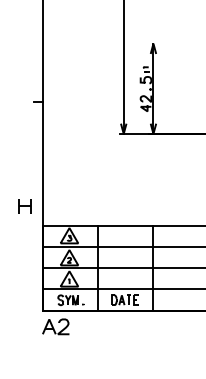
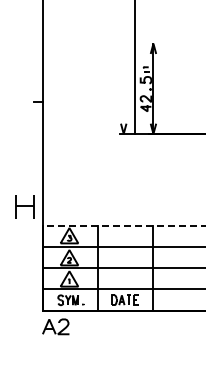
line at (123, 67) position: (123, 67) -> (134, 67)
part at (24, 206) size: 14x15 px -> 20x24 px
line at (123, 225): solid -> dashed
